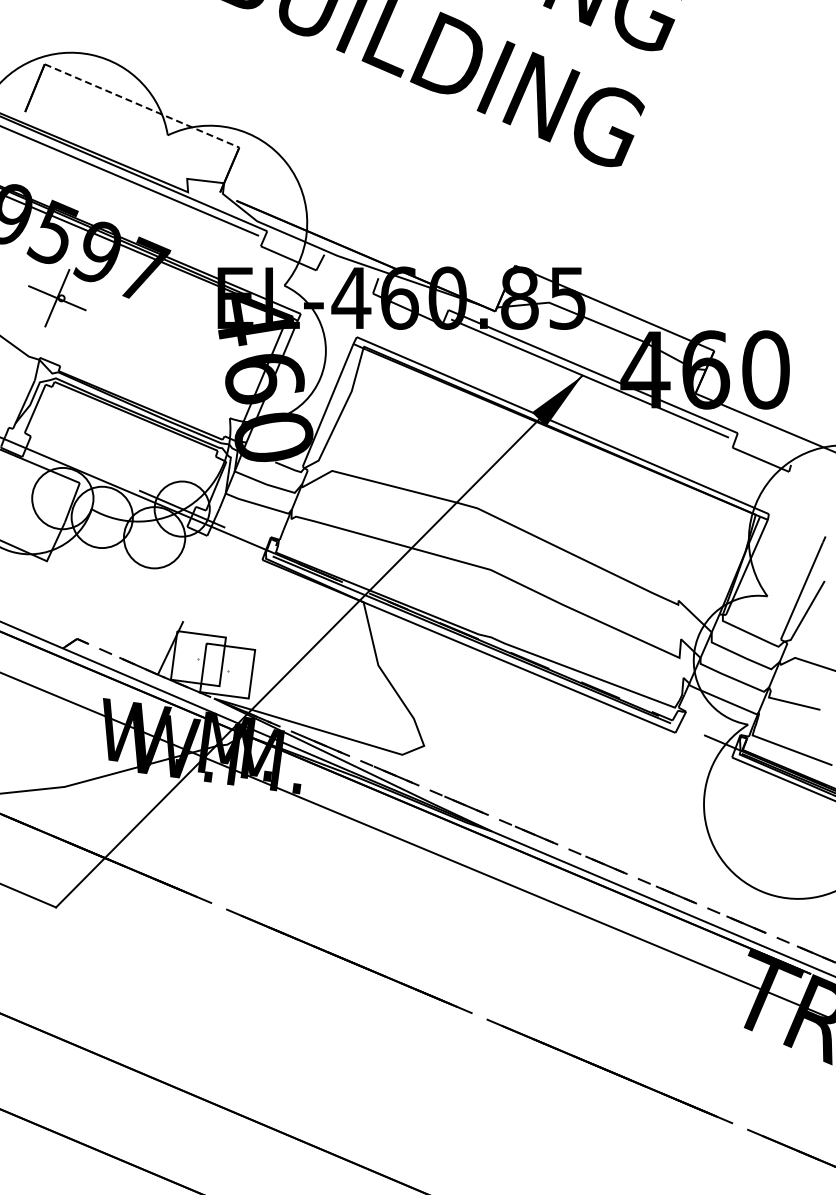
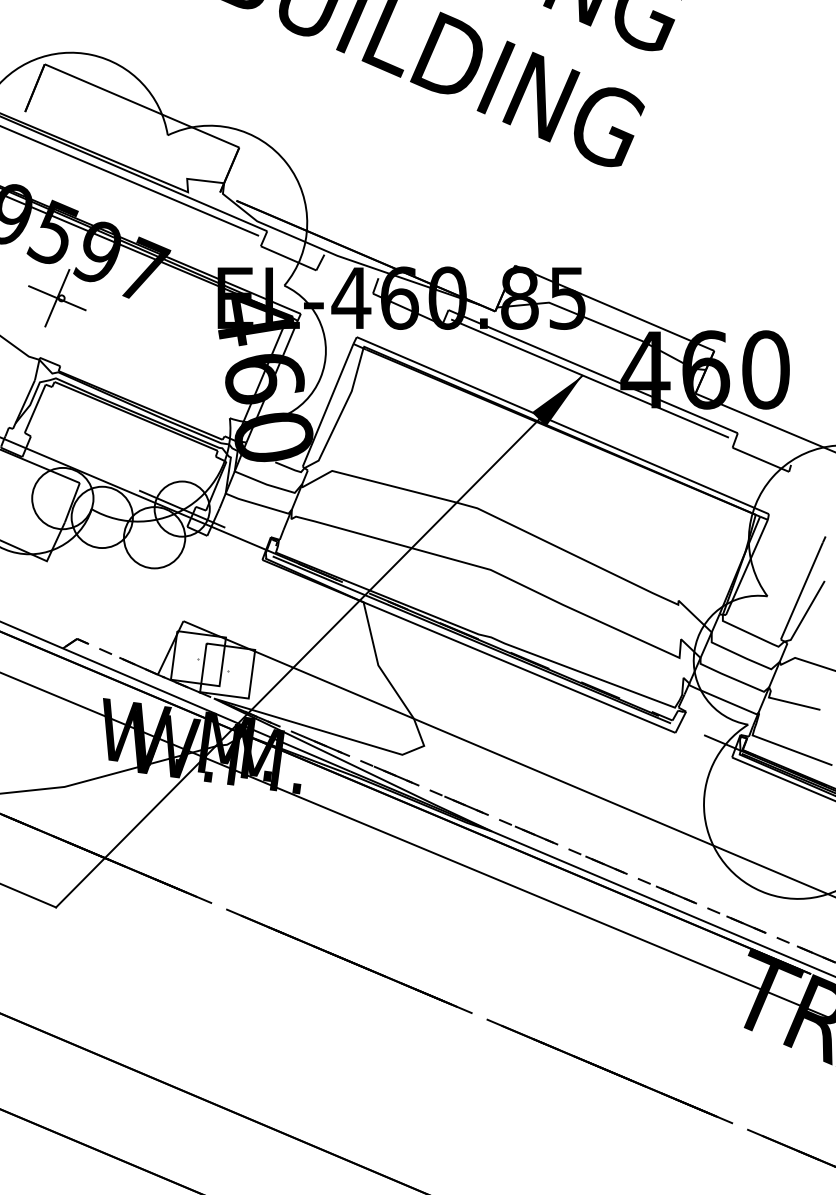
line at (142, 105): dashed -> solid
line at (507, 758): none -> present
